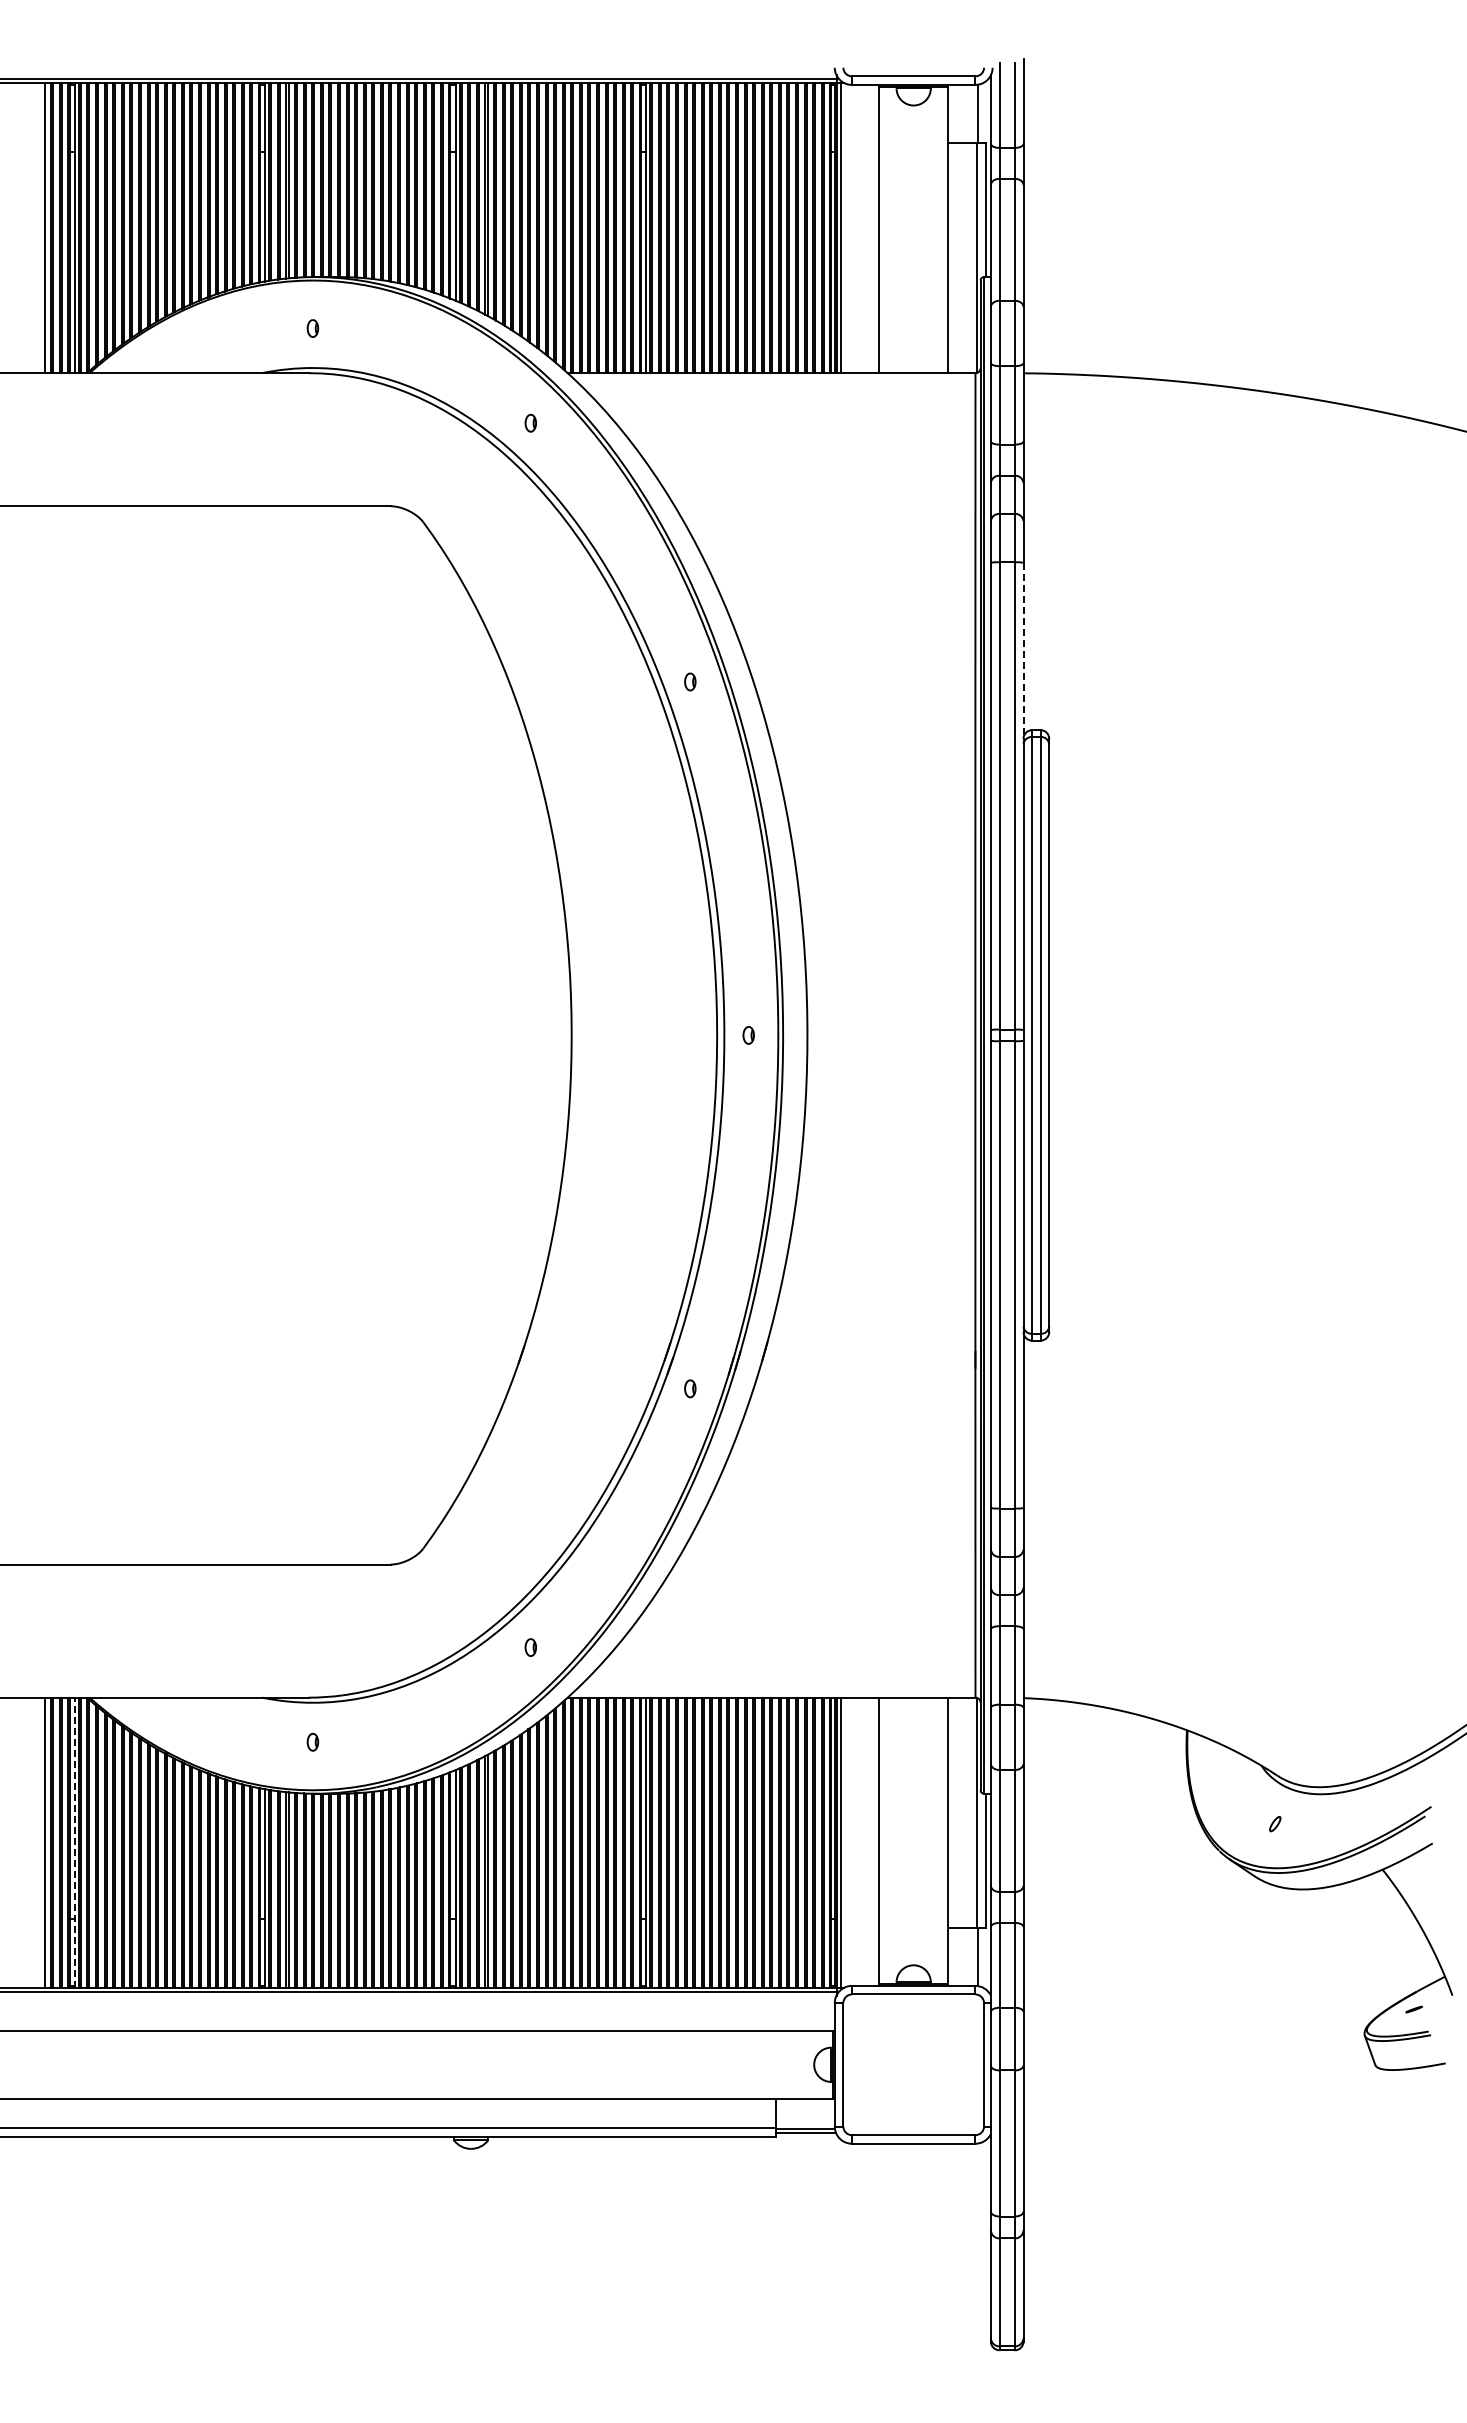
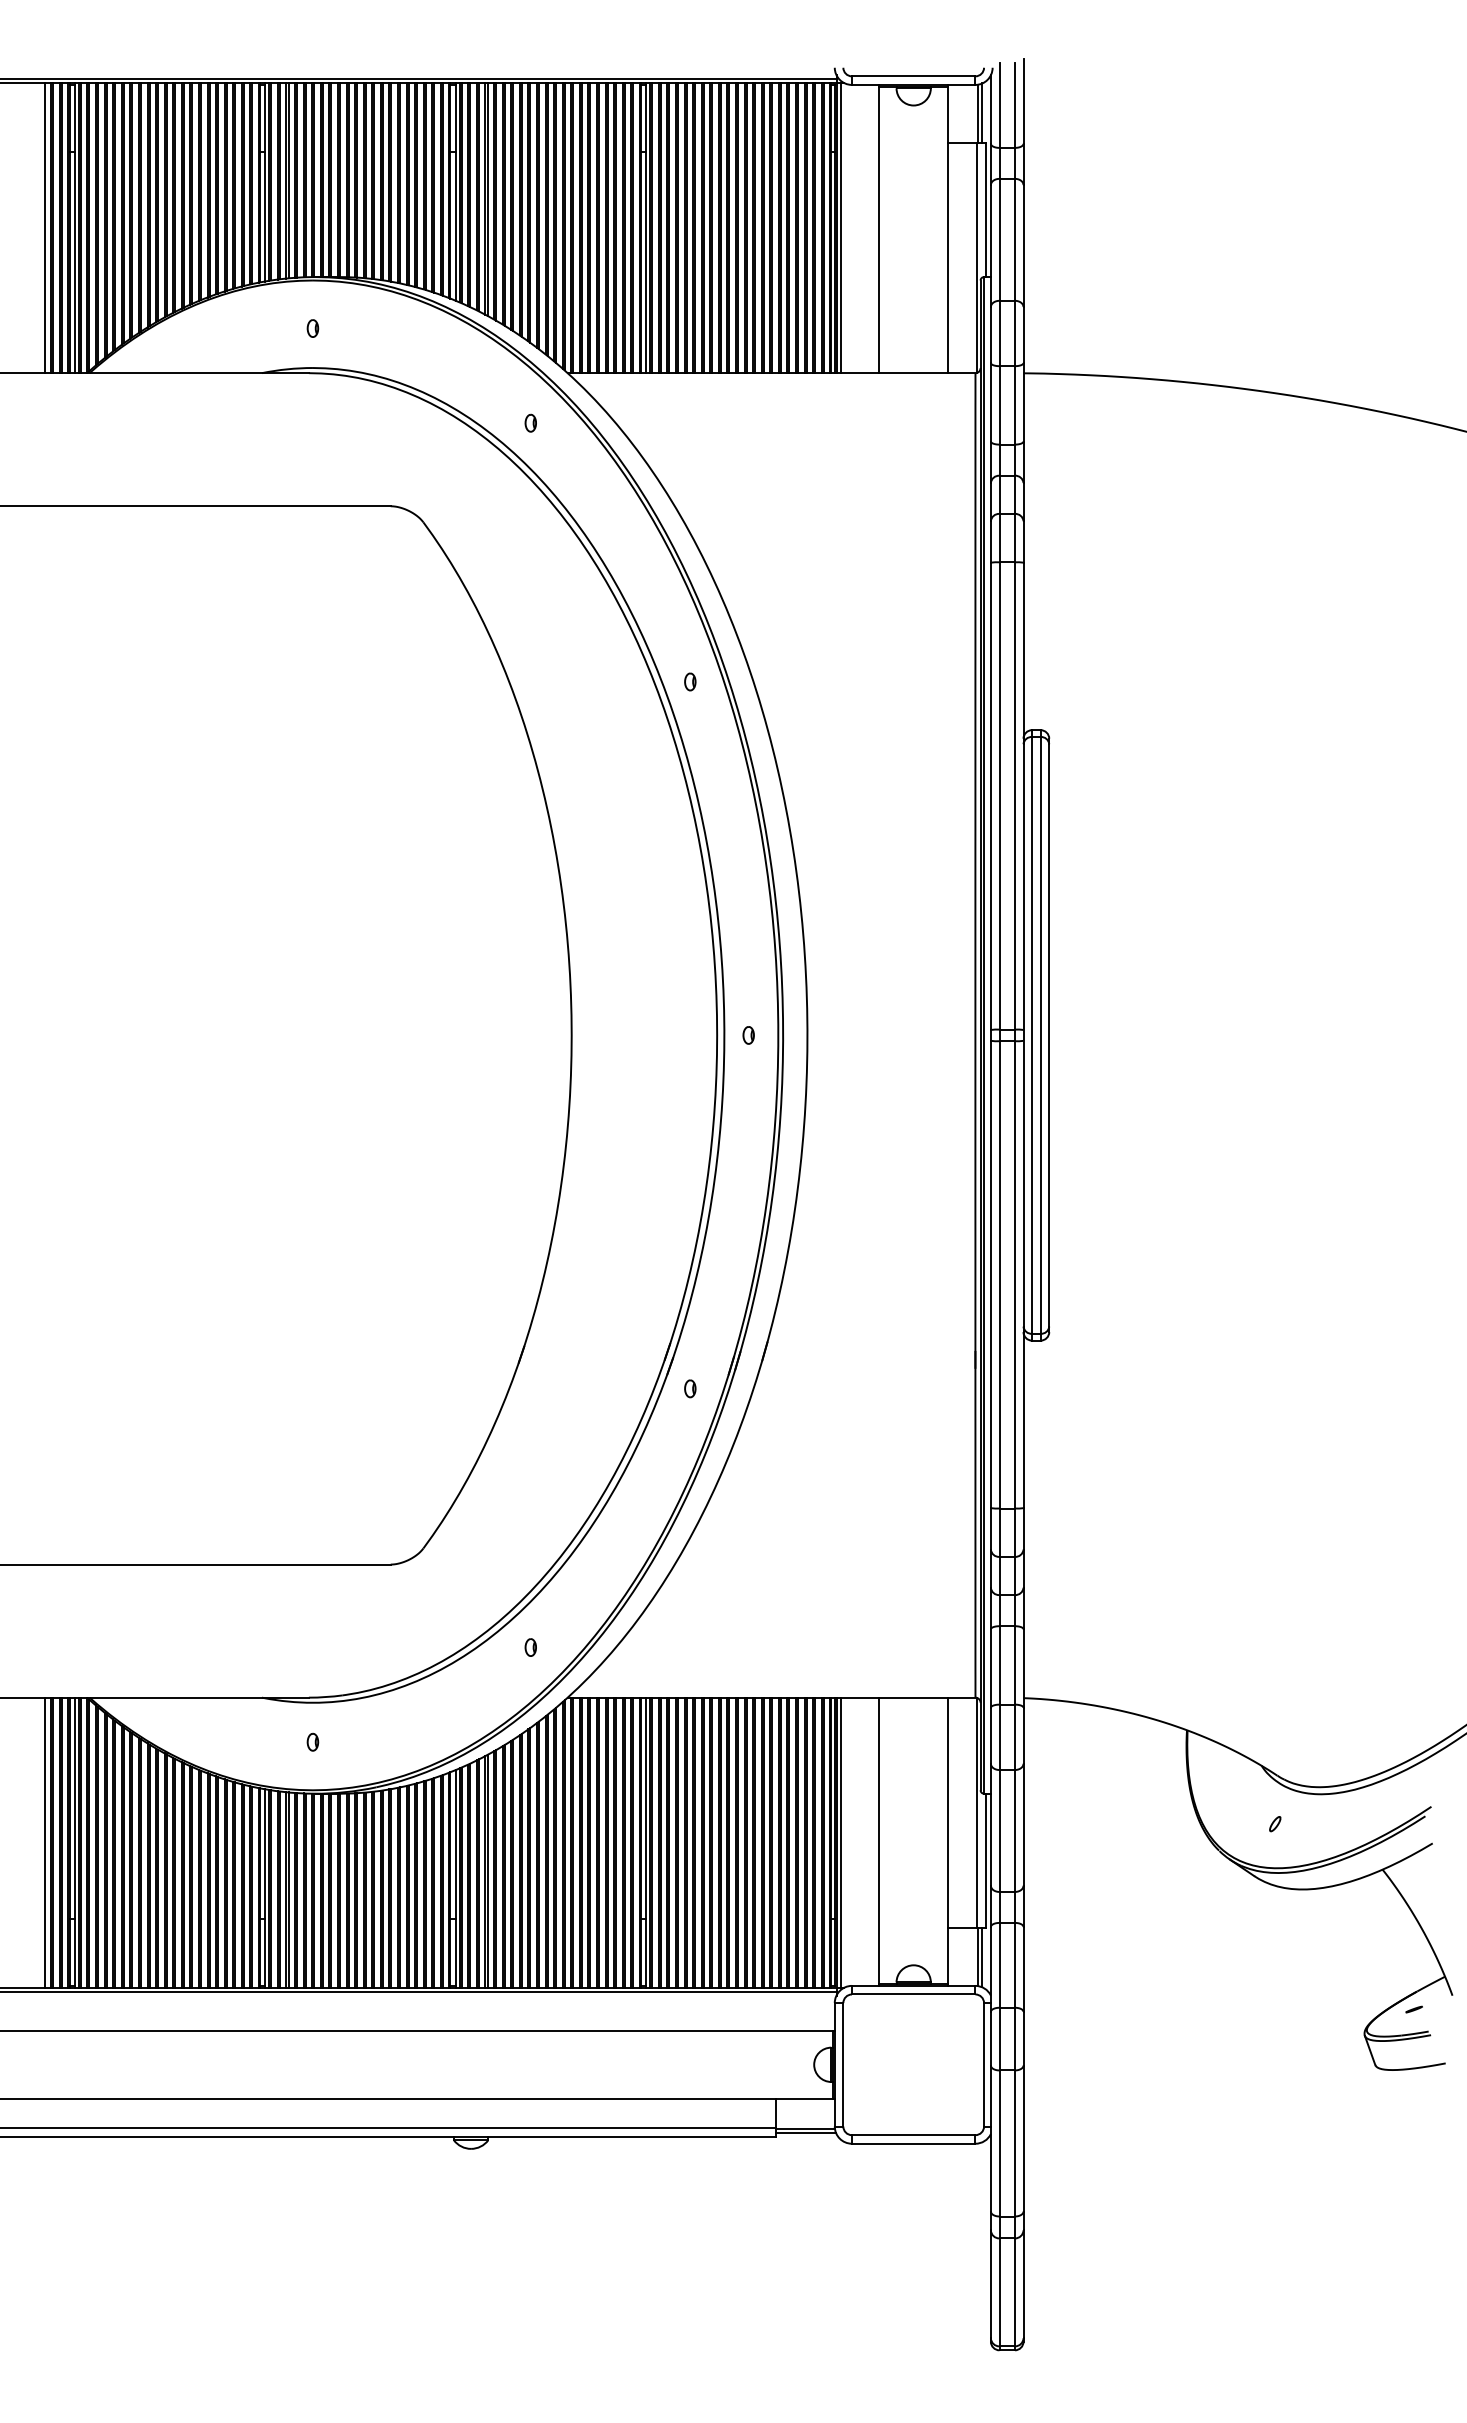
line at (982, 113): none -> present
line at (1023, 651): dashed -> solid
line at (74, 1842): dashed -> solid
line at (982, 1957): none -> present
